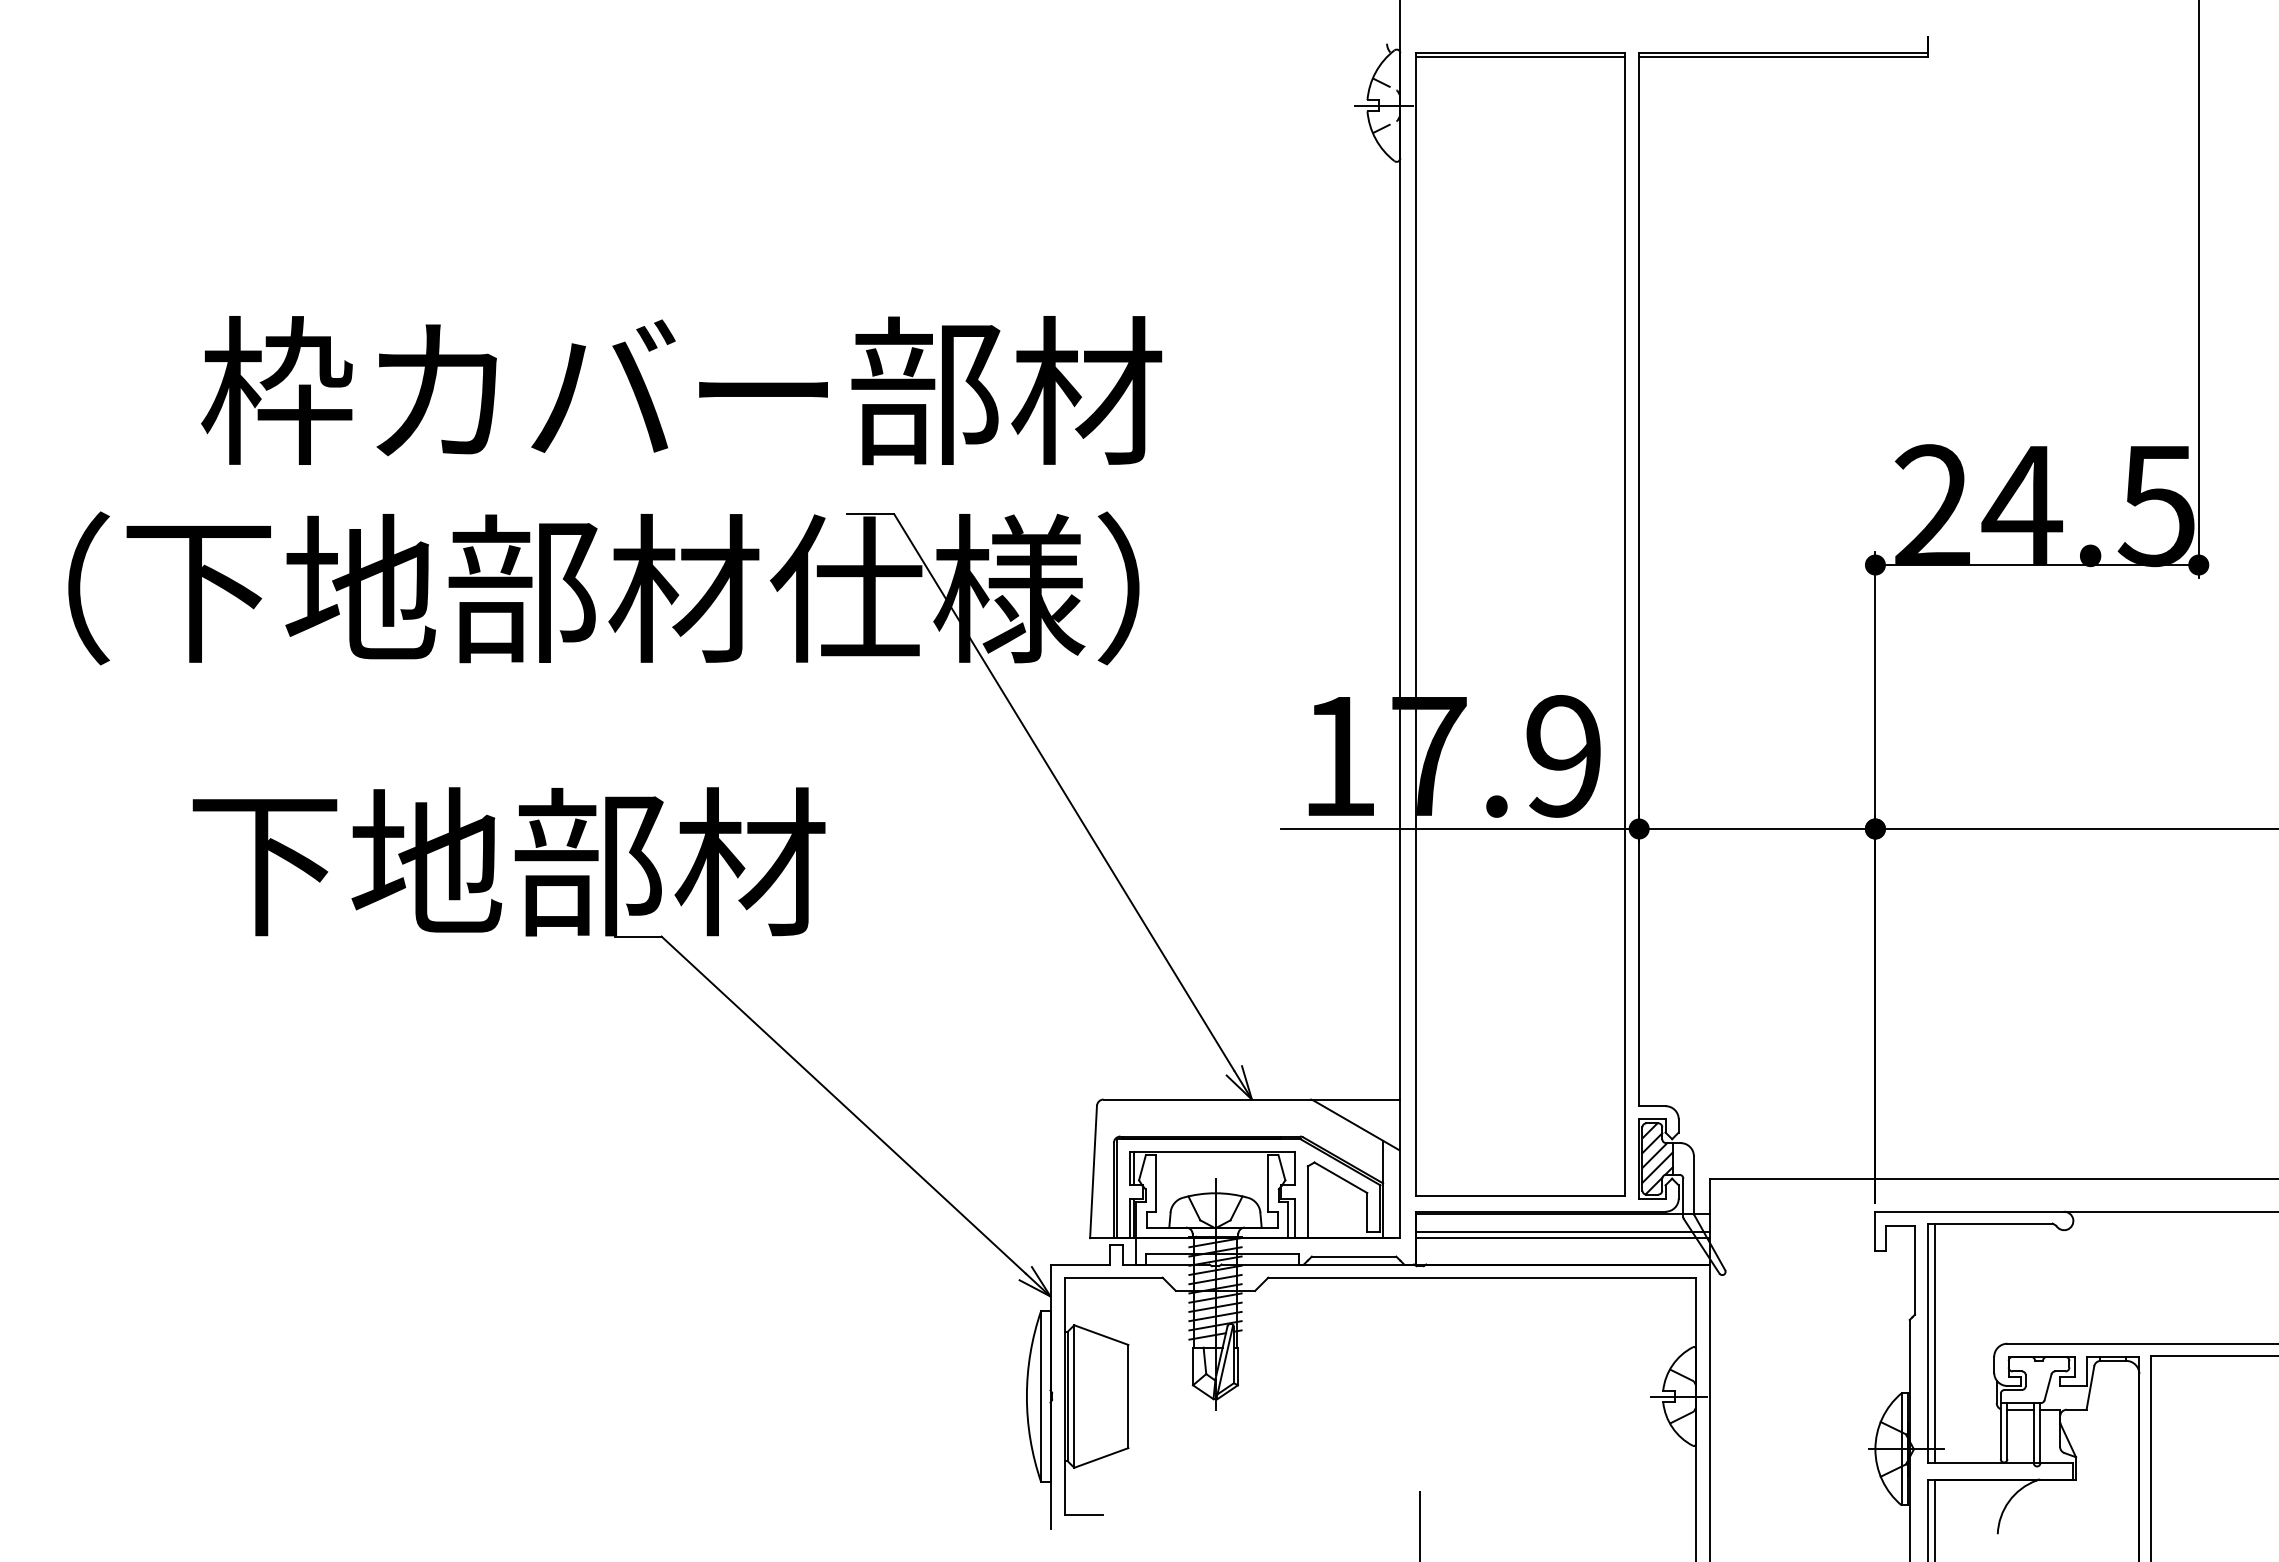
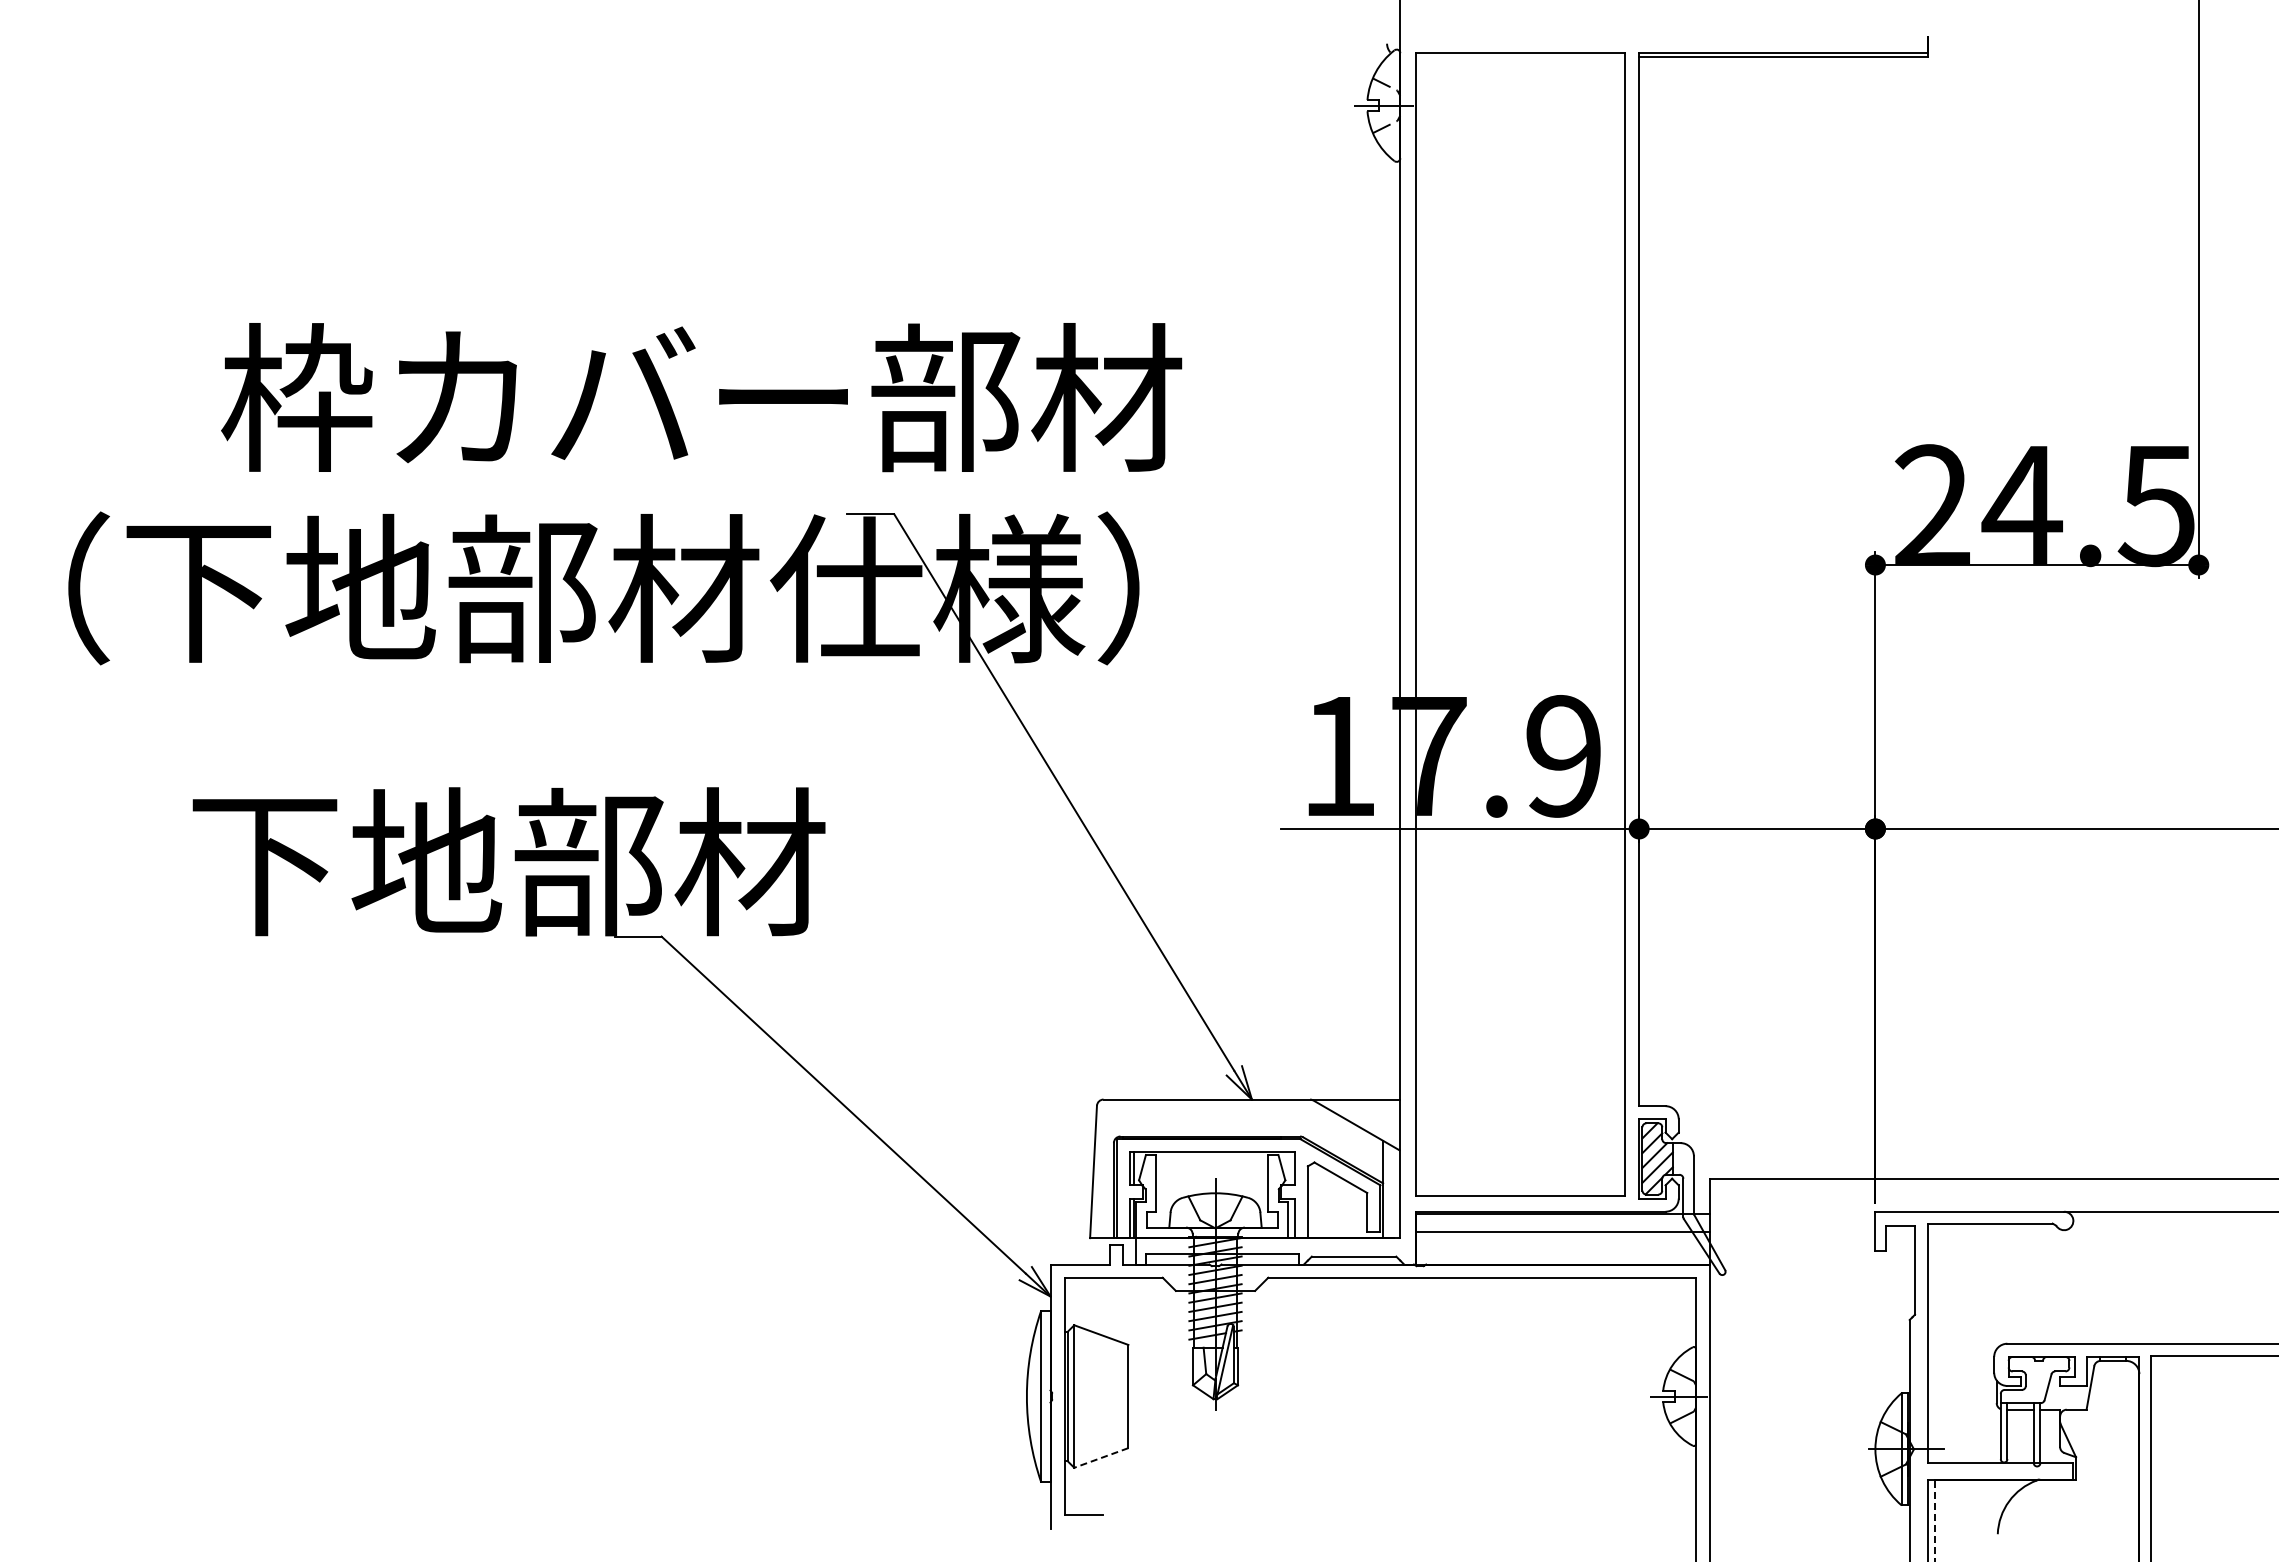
line at (1520, 56): present -> none
text at (681, 390) position: (681, 390) -> (701, 397)
line at (1563, 1238): present -> none
line at (1934, 1342): present -> none
line at (1101, 1457): solid -> dashed
line at (1934, 1520): solid -> dashed
line at (1420, 1524): present -> none
